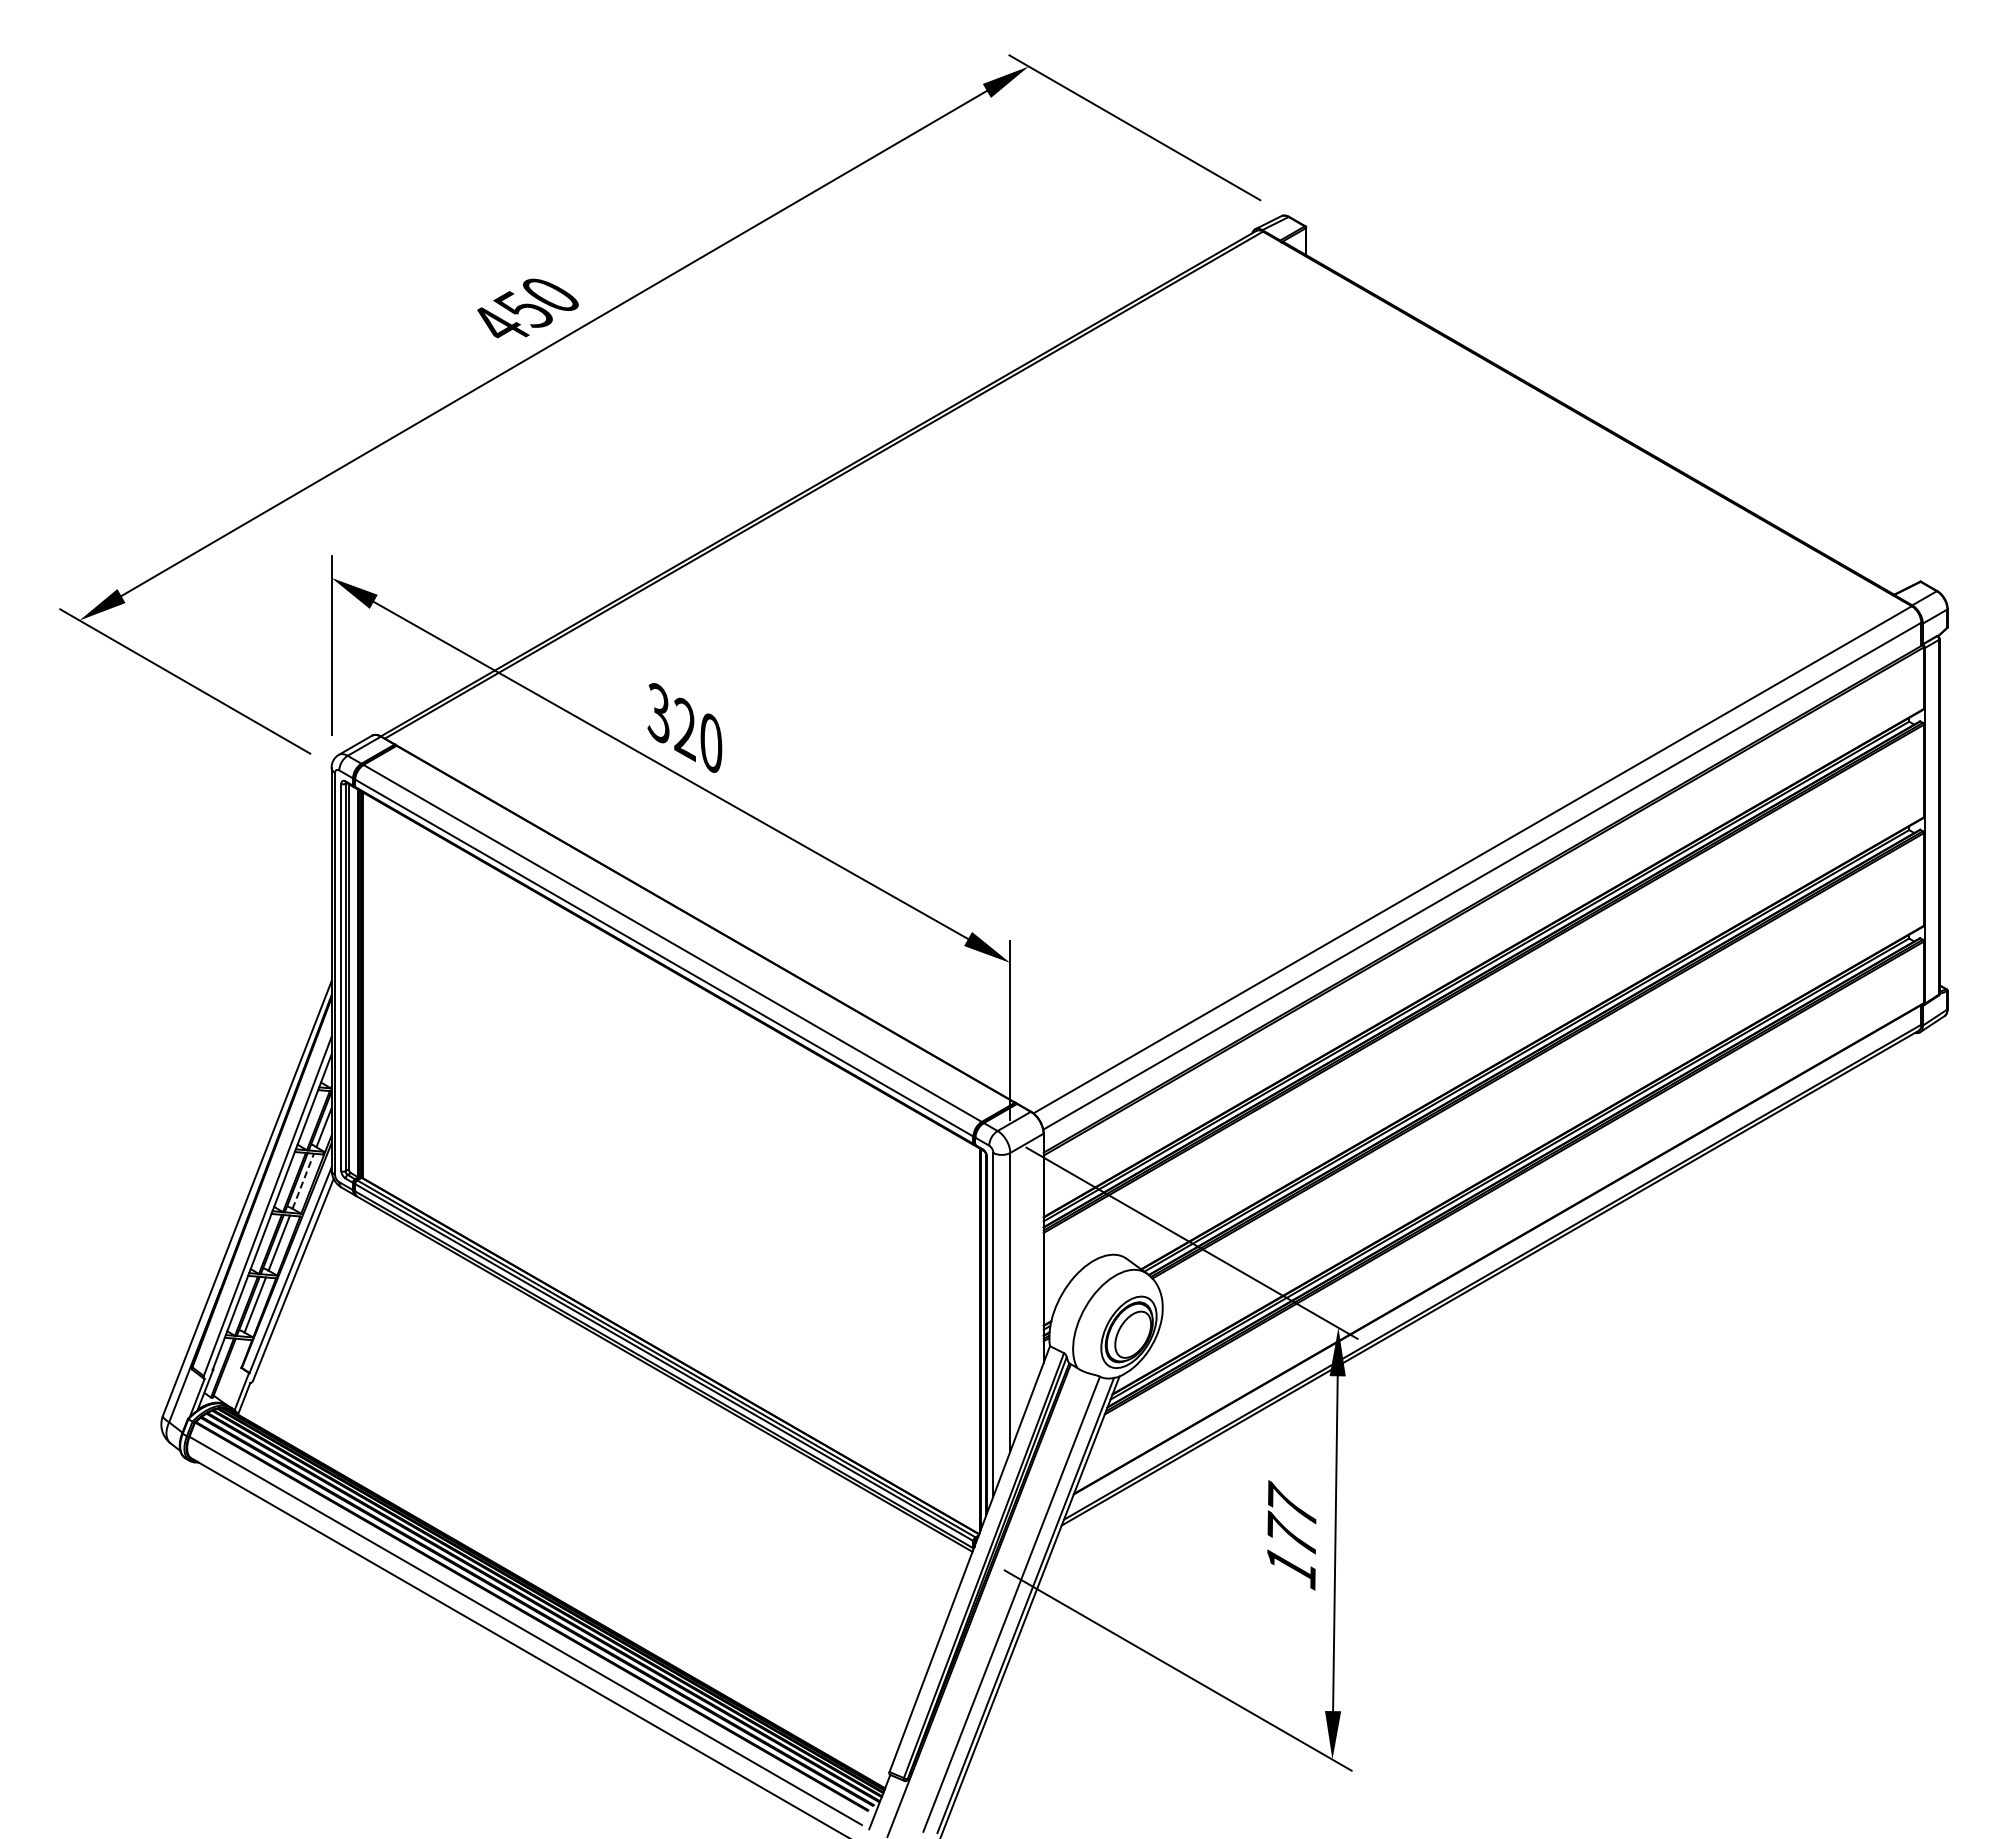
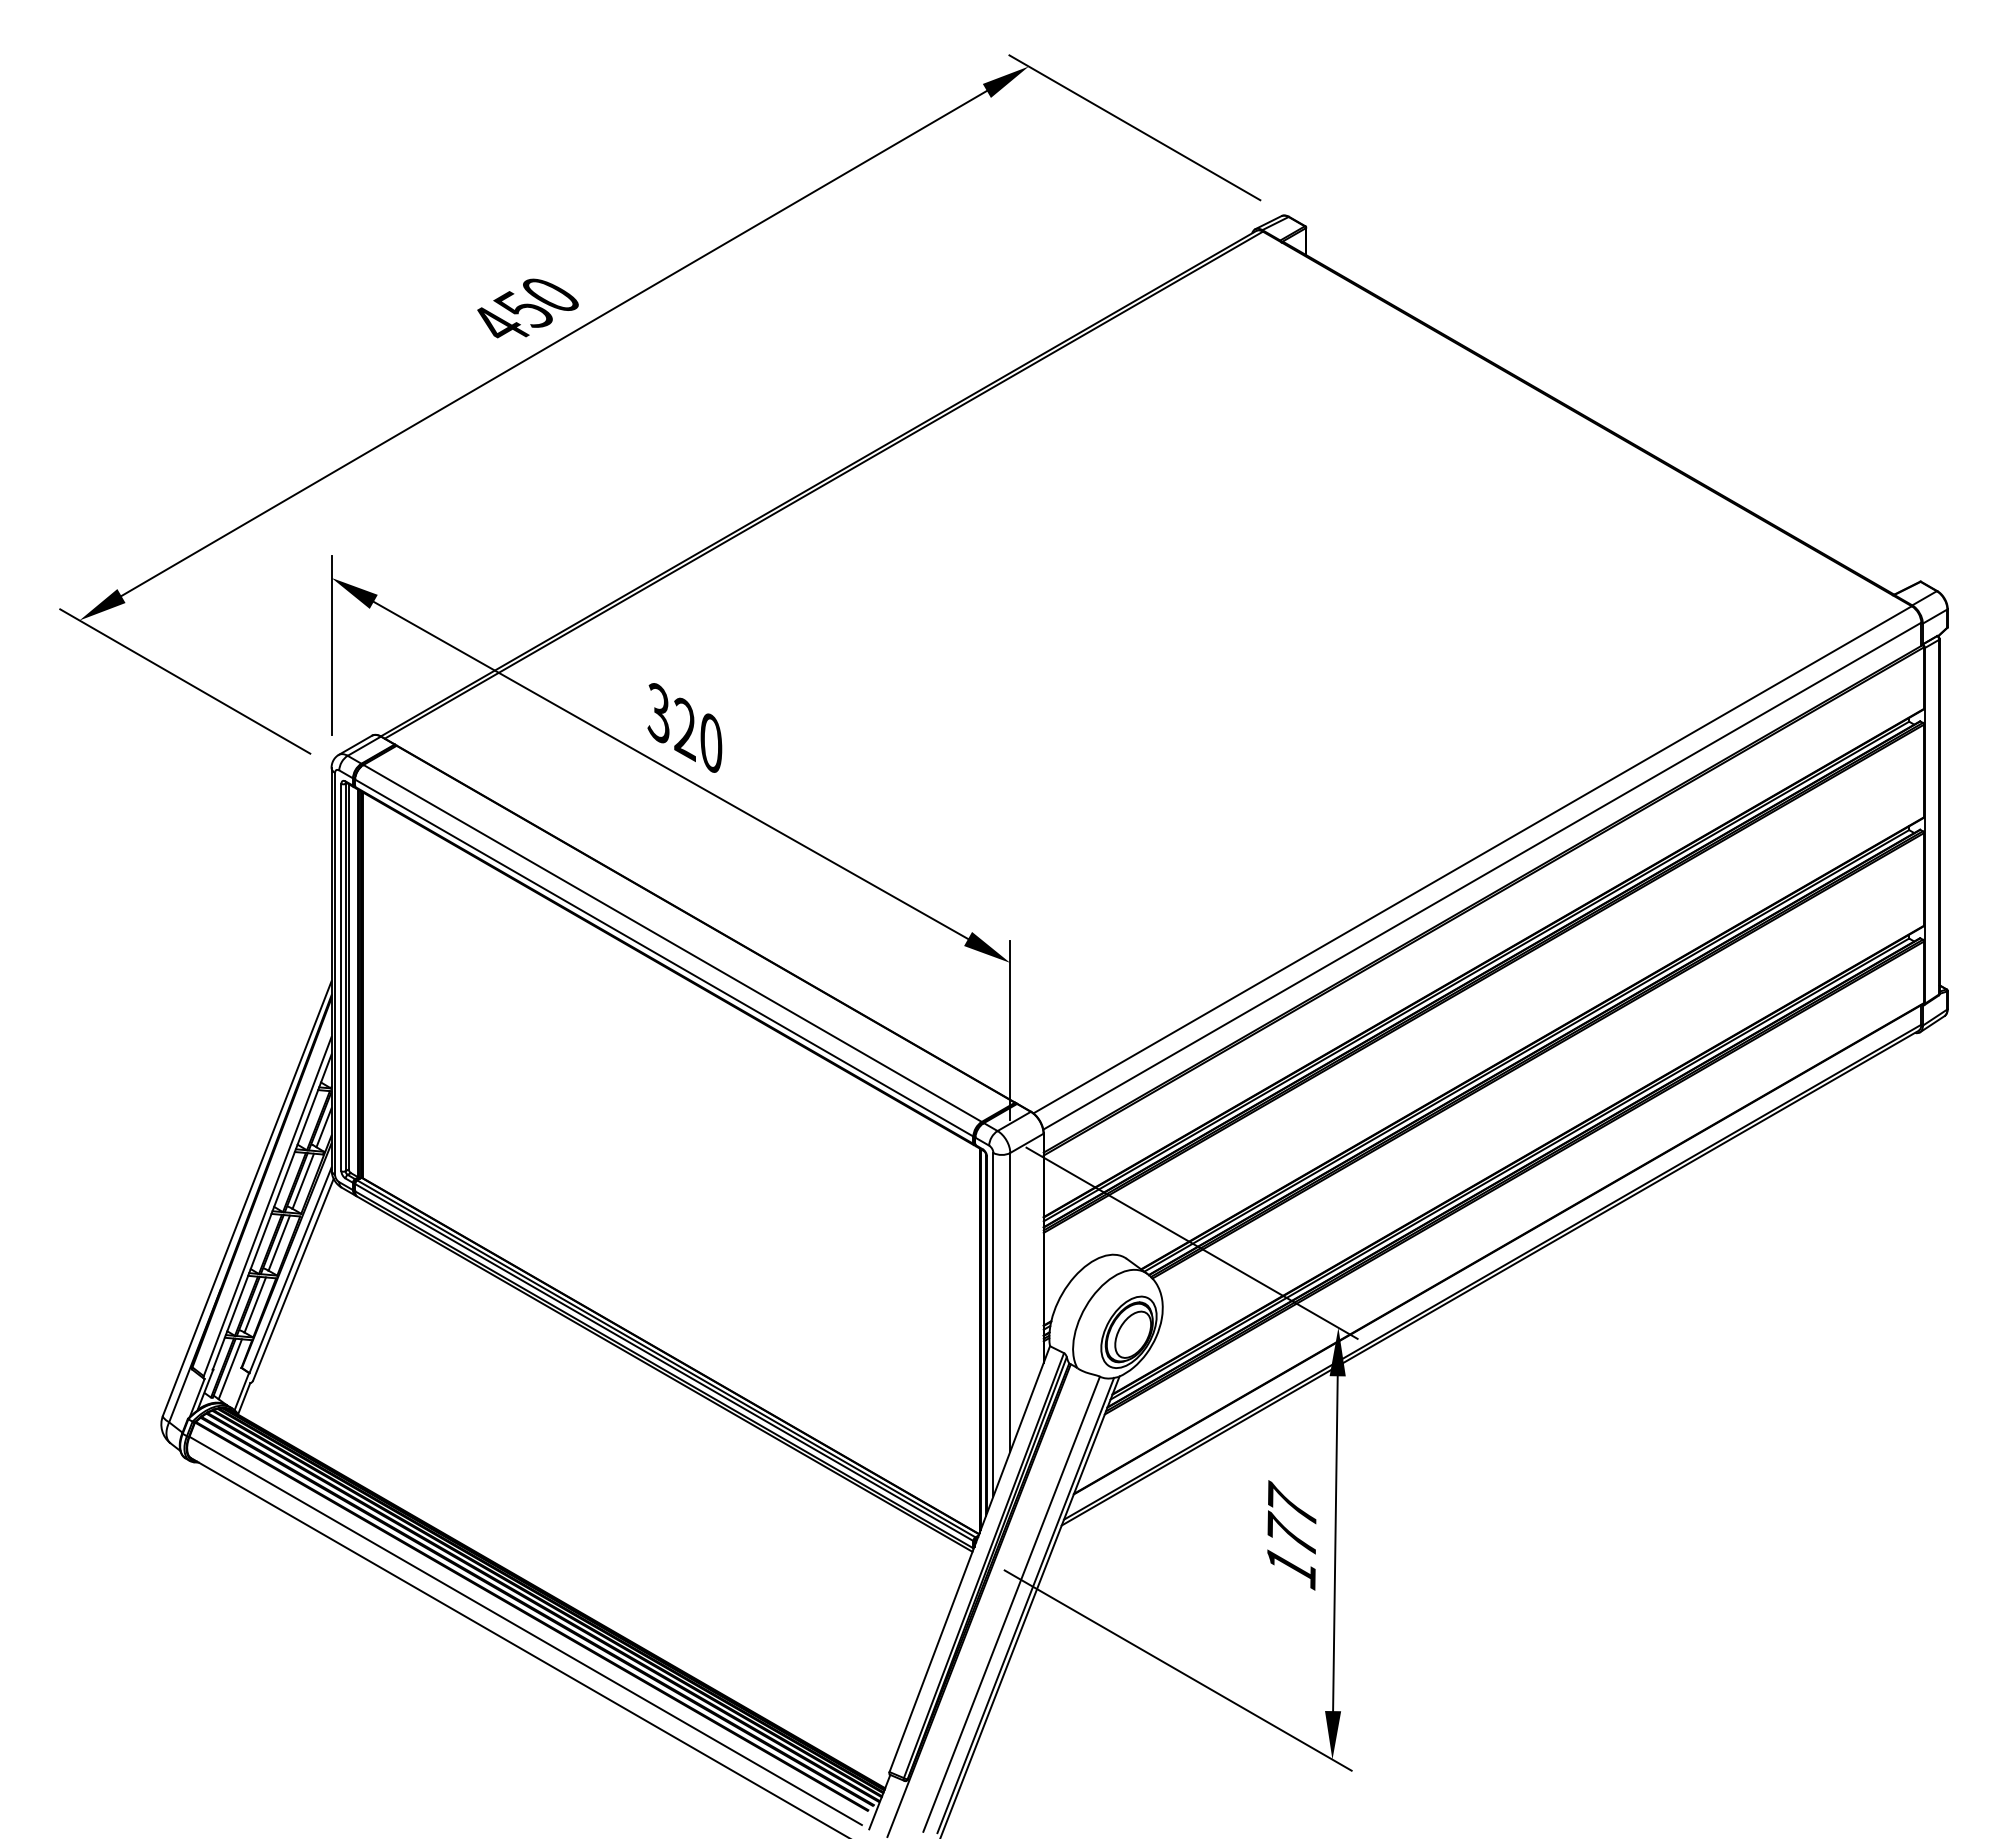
line at (303, 1181): dashed -> solid
line at (229, 1369): none -> present
